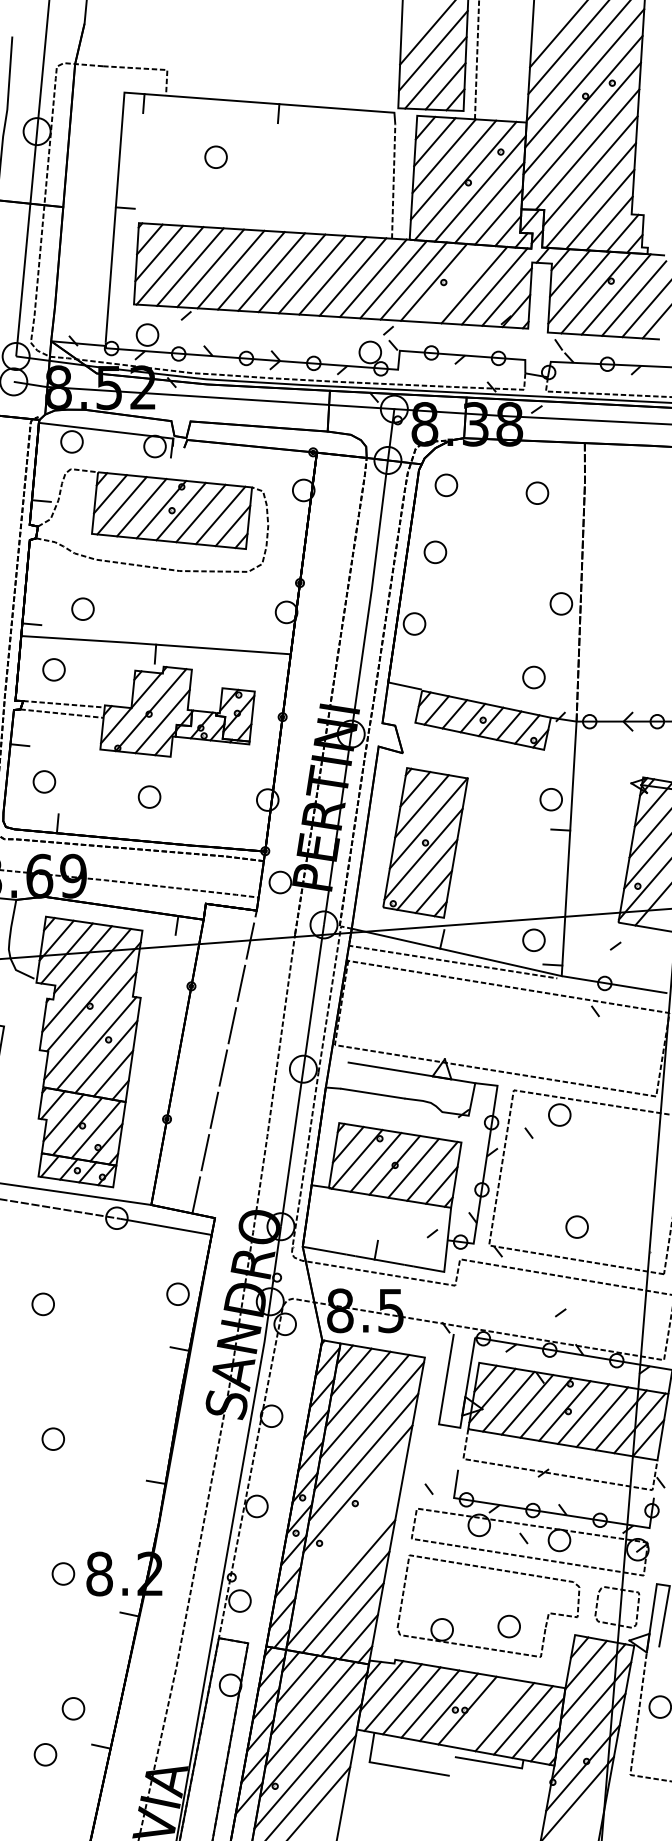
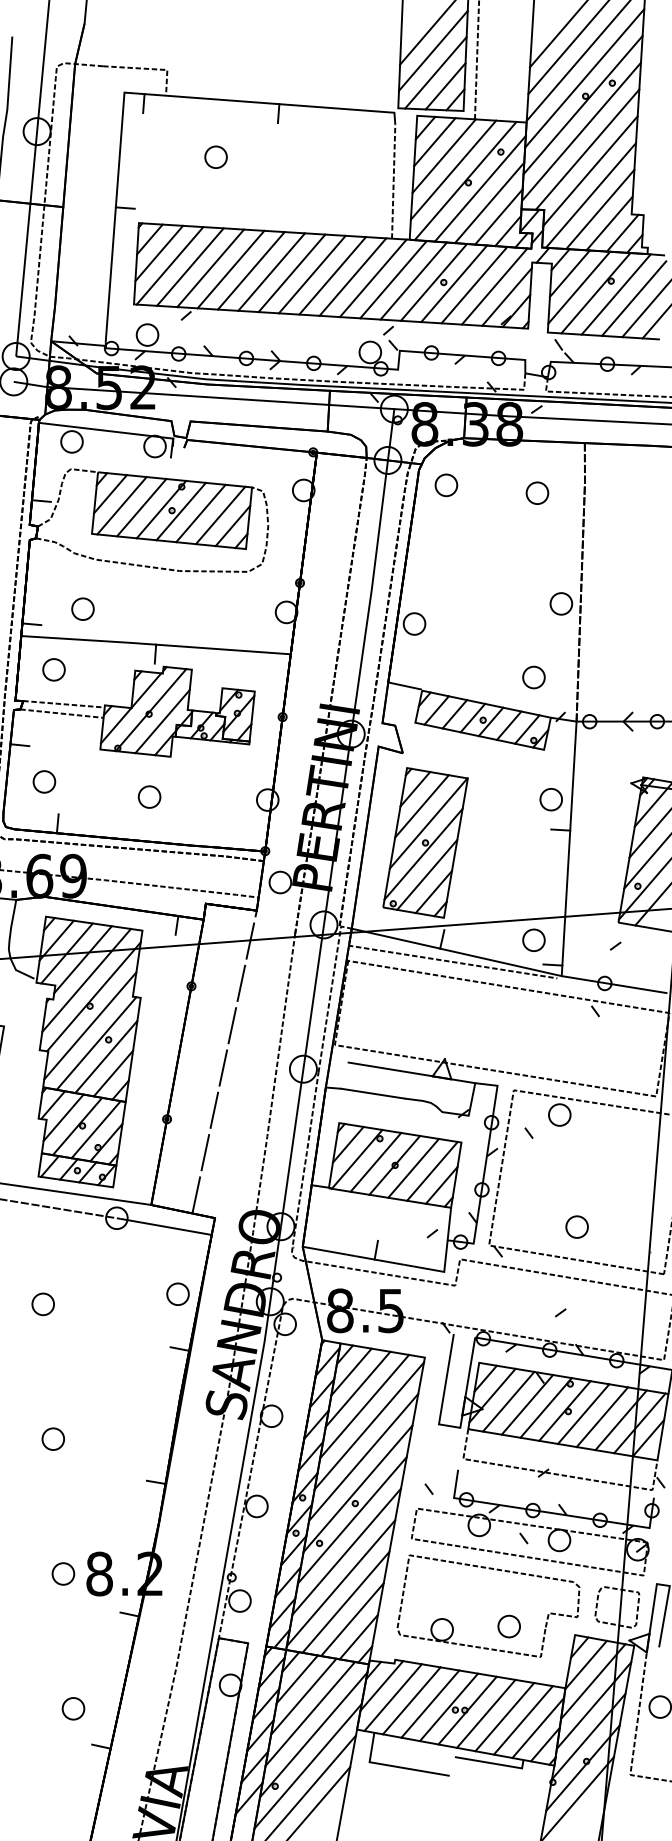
line at (454, 283): none -> present
part at (435, 552): present -> none
line at (351, 1520): none -> present
line at (346, 1551): none -> present
line at (485, 1713): none -> present
part at (45, 1754): present -> none
